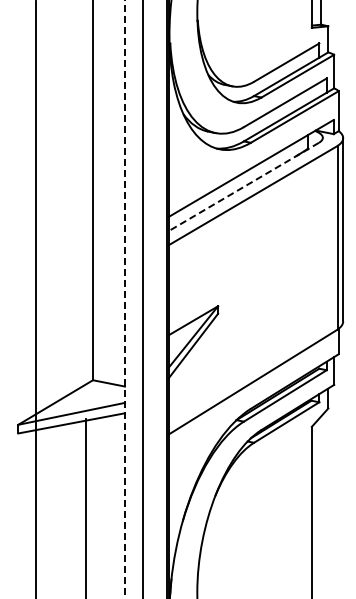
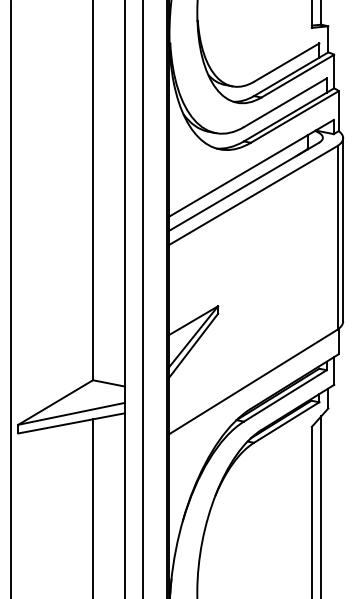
line at (243, 187): dashed -> solid
line at (35, 298) position: (35, 298) -> (10, 298)
line at (125, 299): dashed -> solid
line at (321, 505): none -> present
line at (86, 507) position: (86, 507) -> (93, 507)
